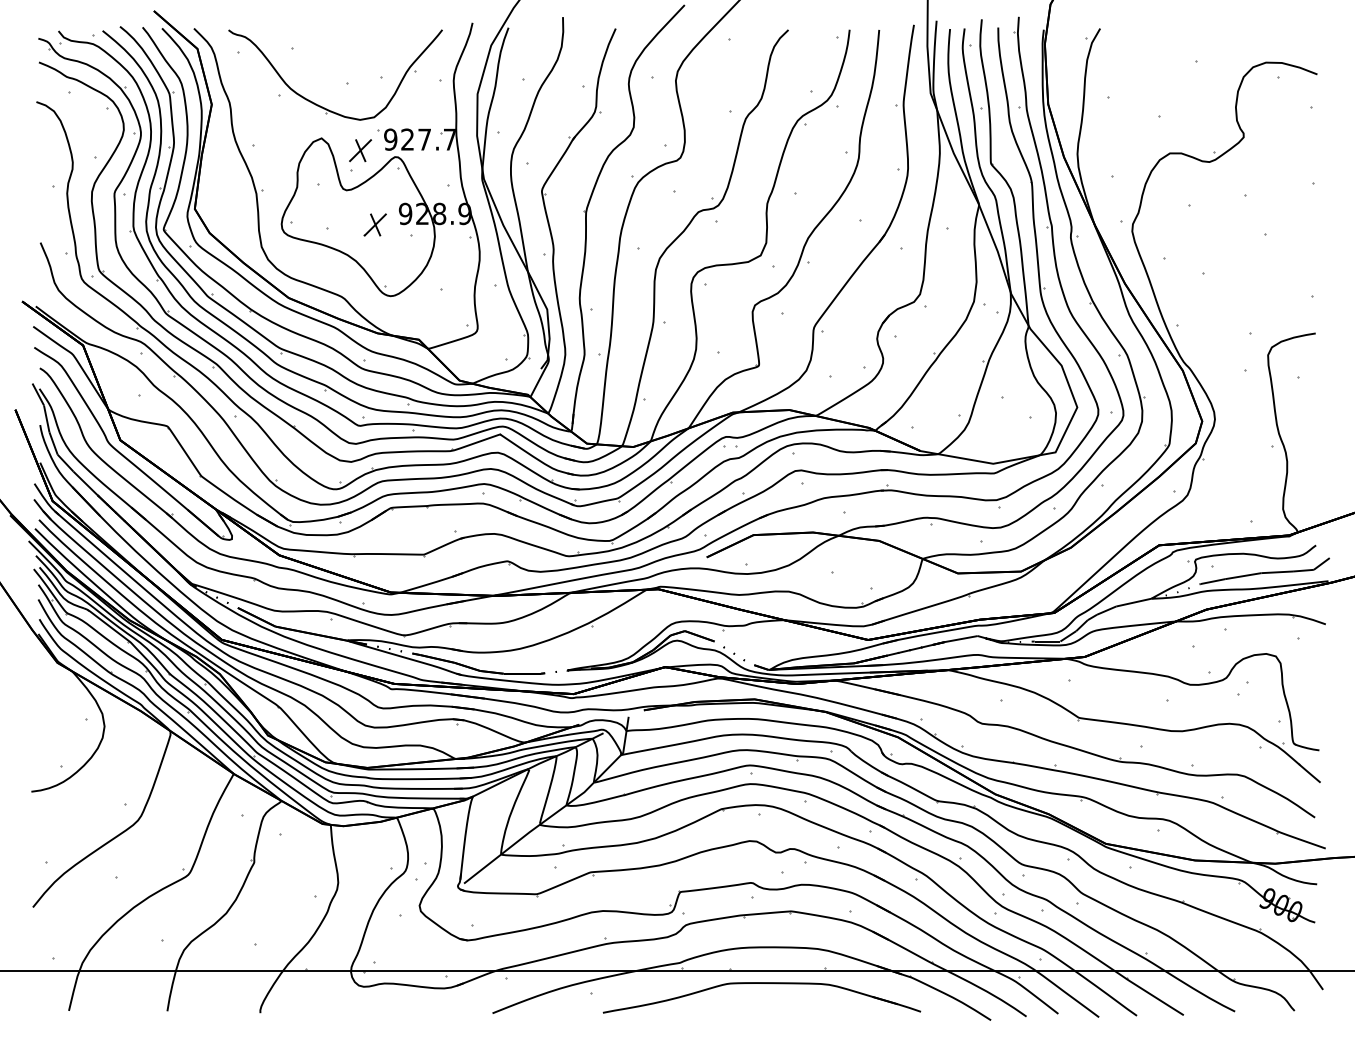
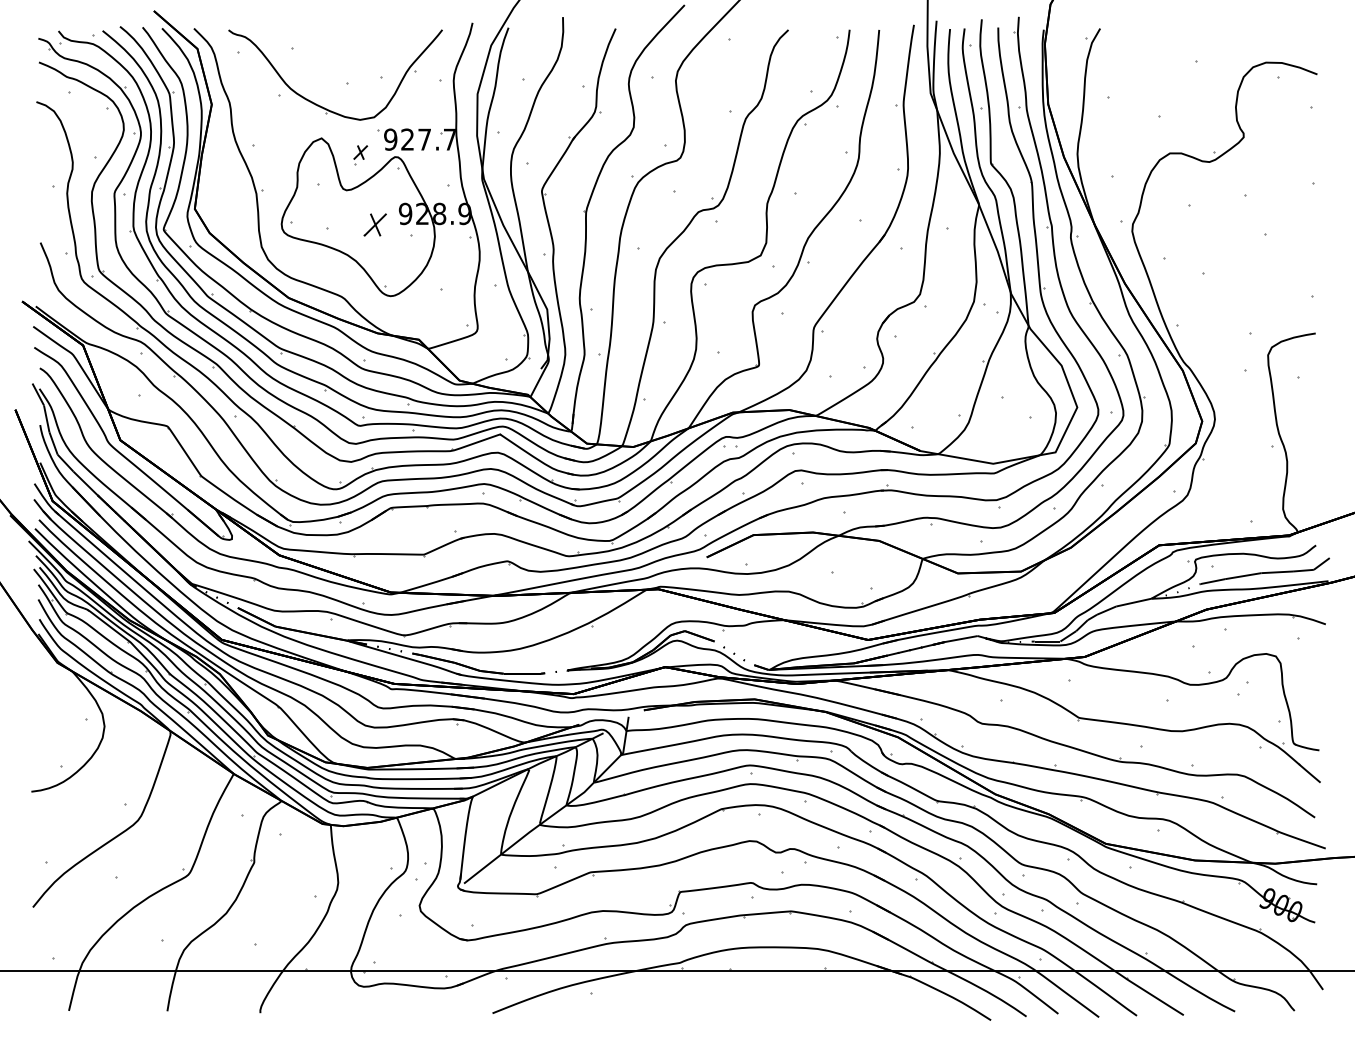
part at (360, 155) size: 24x33 px -> 16x21 px
part at (761, 983): present -> none
